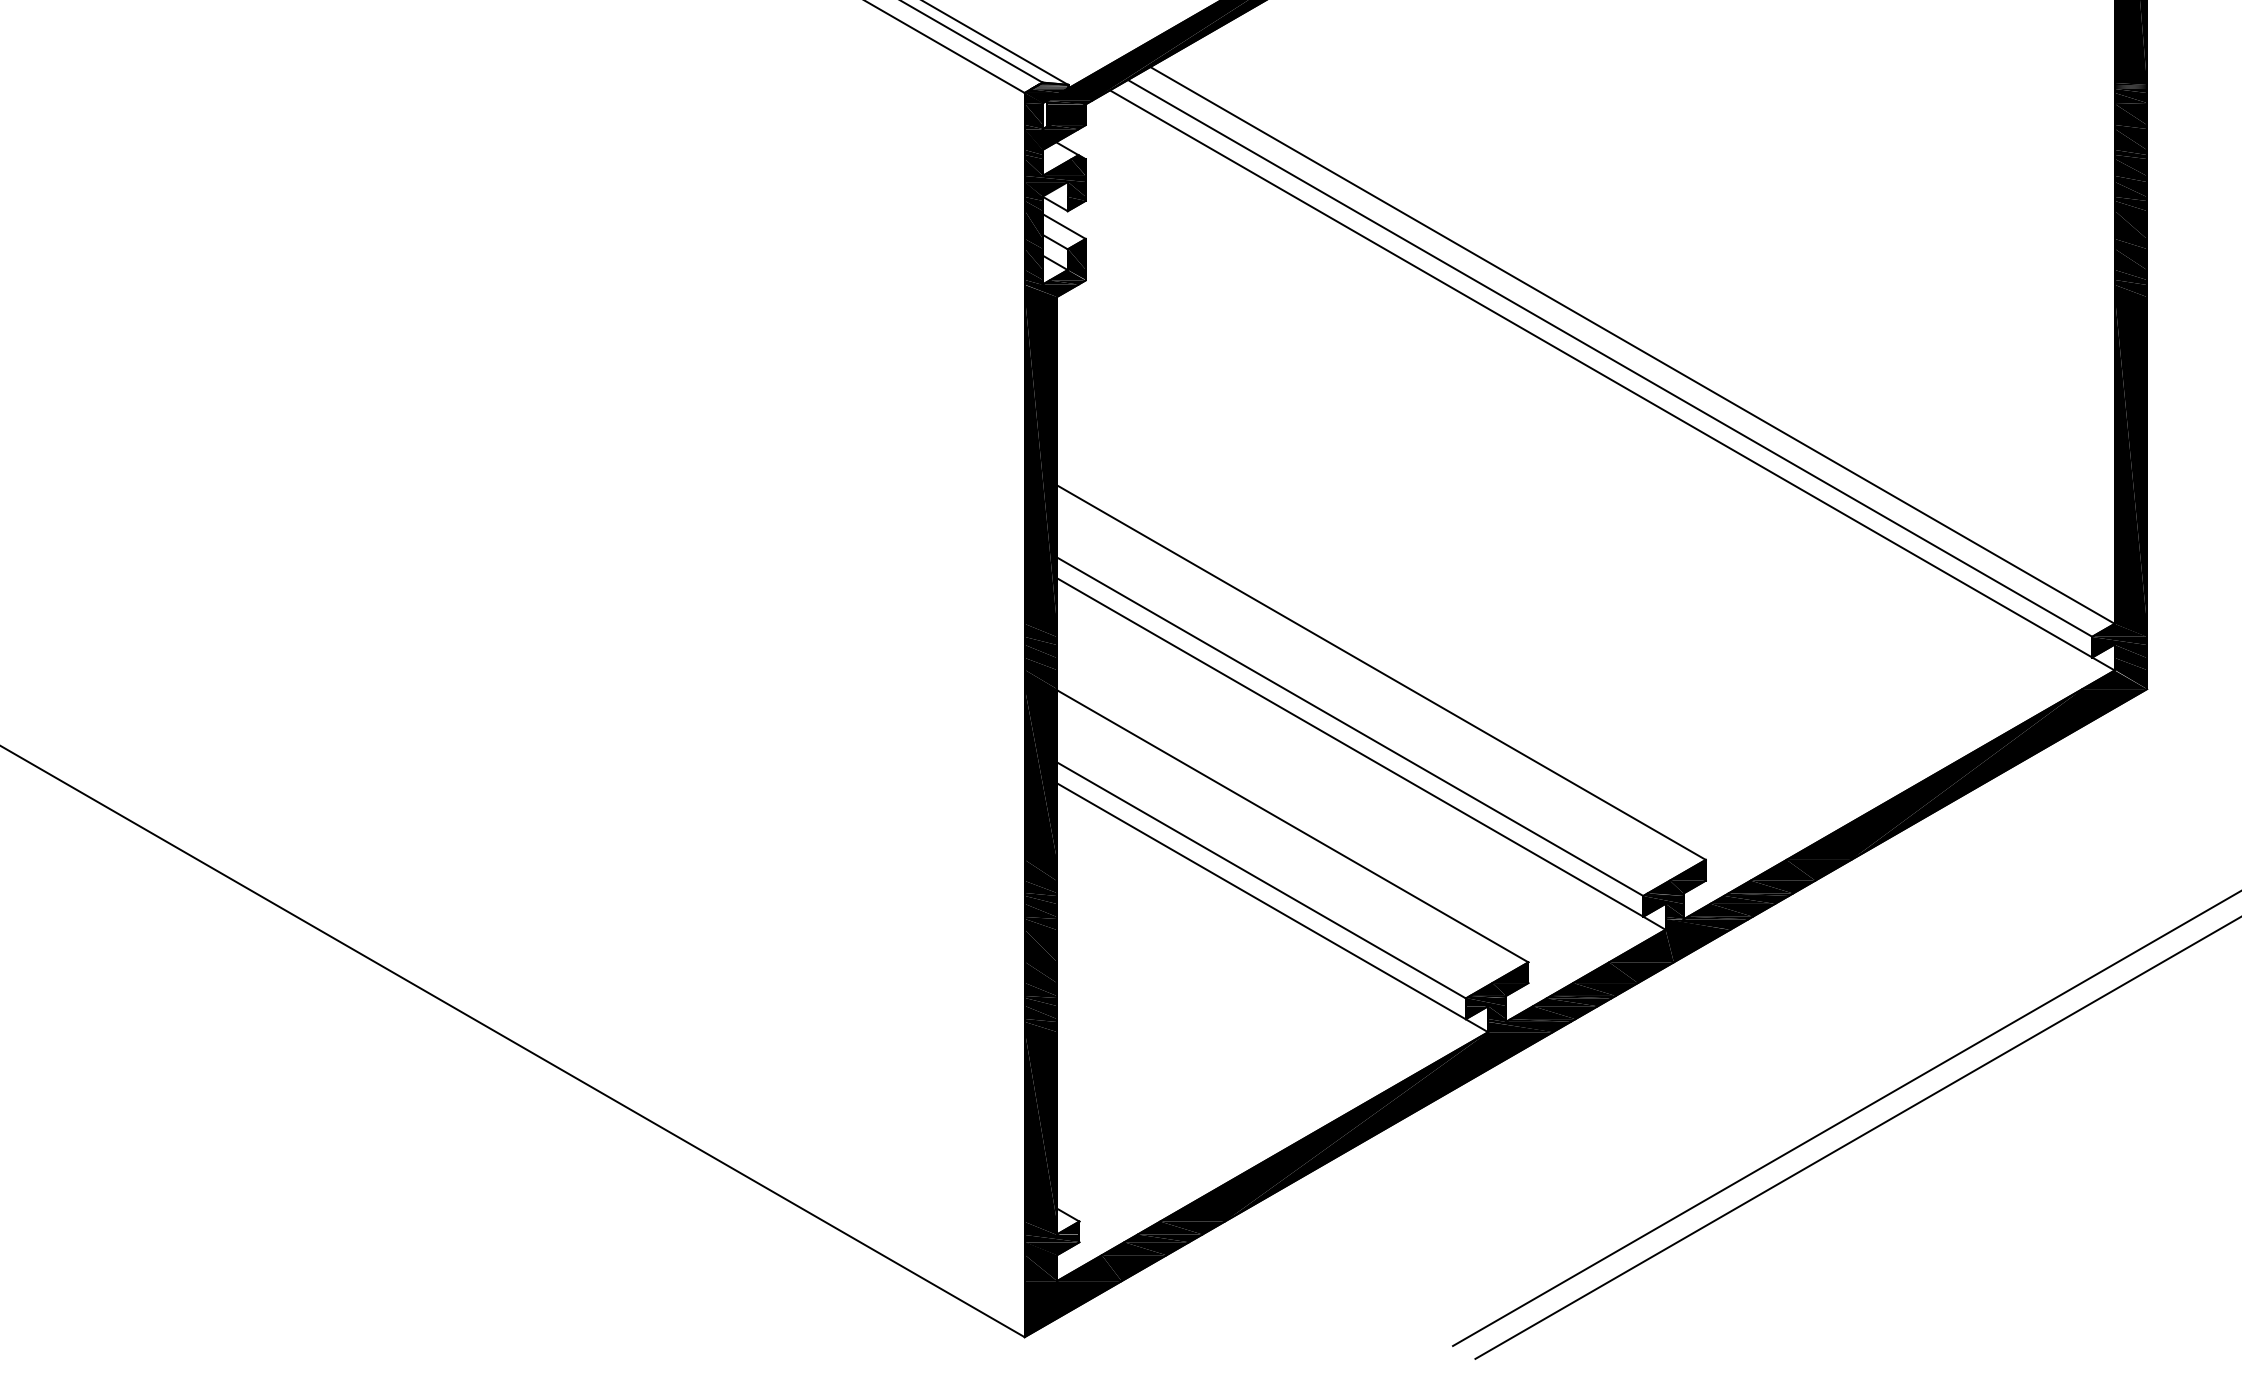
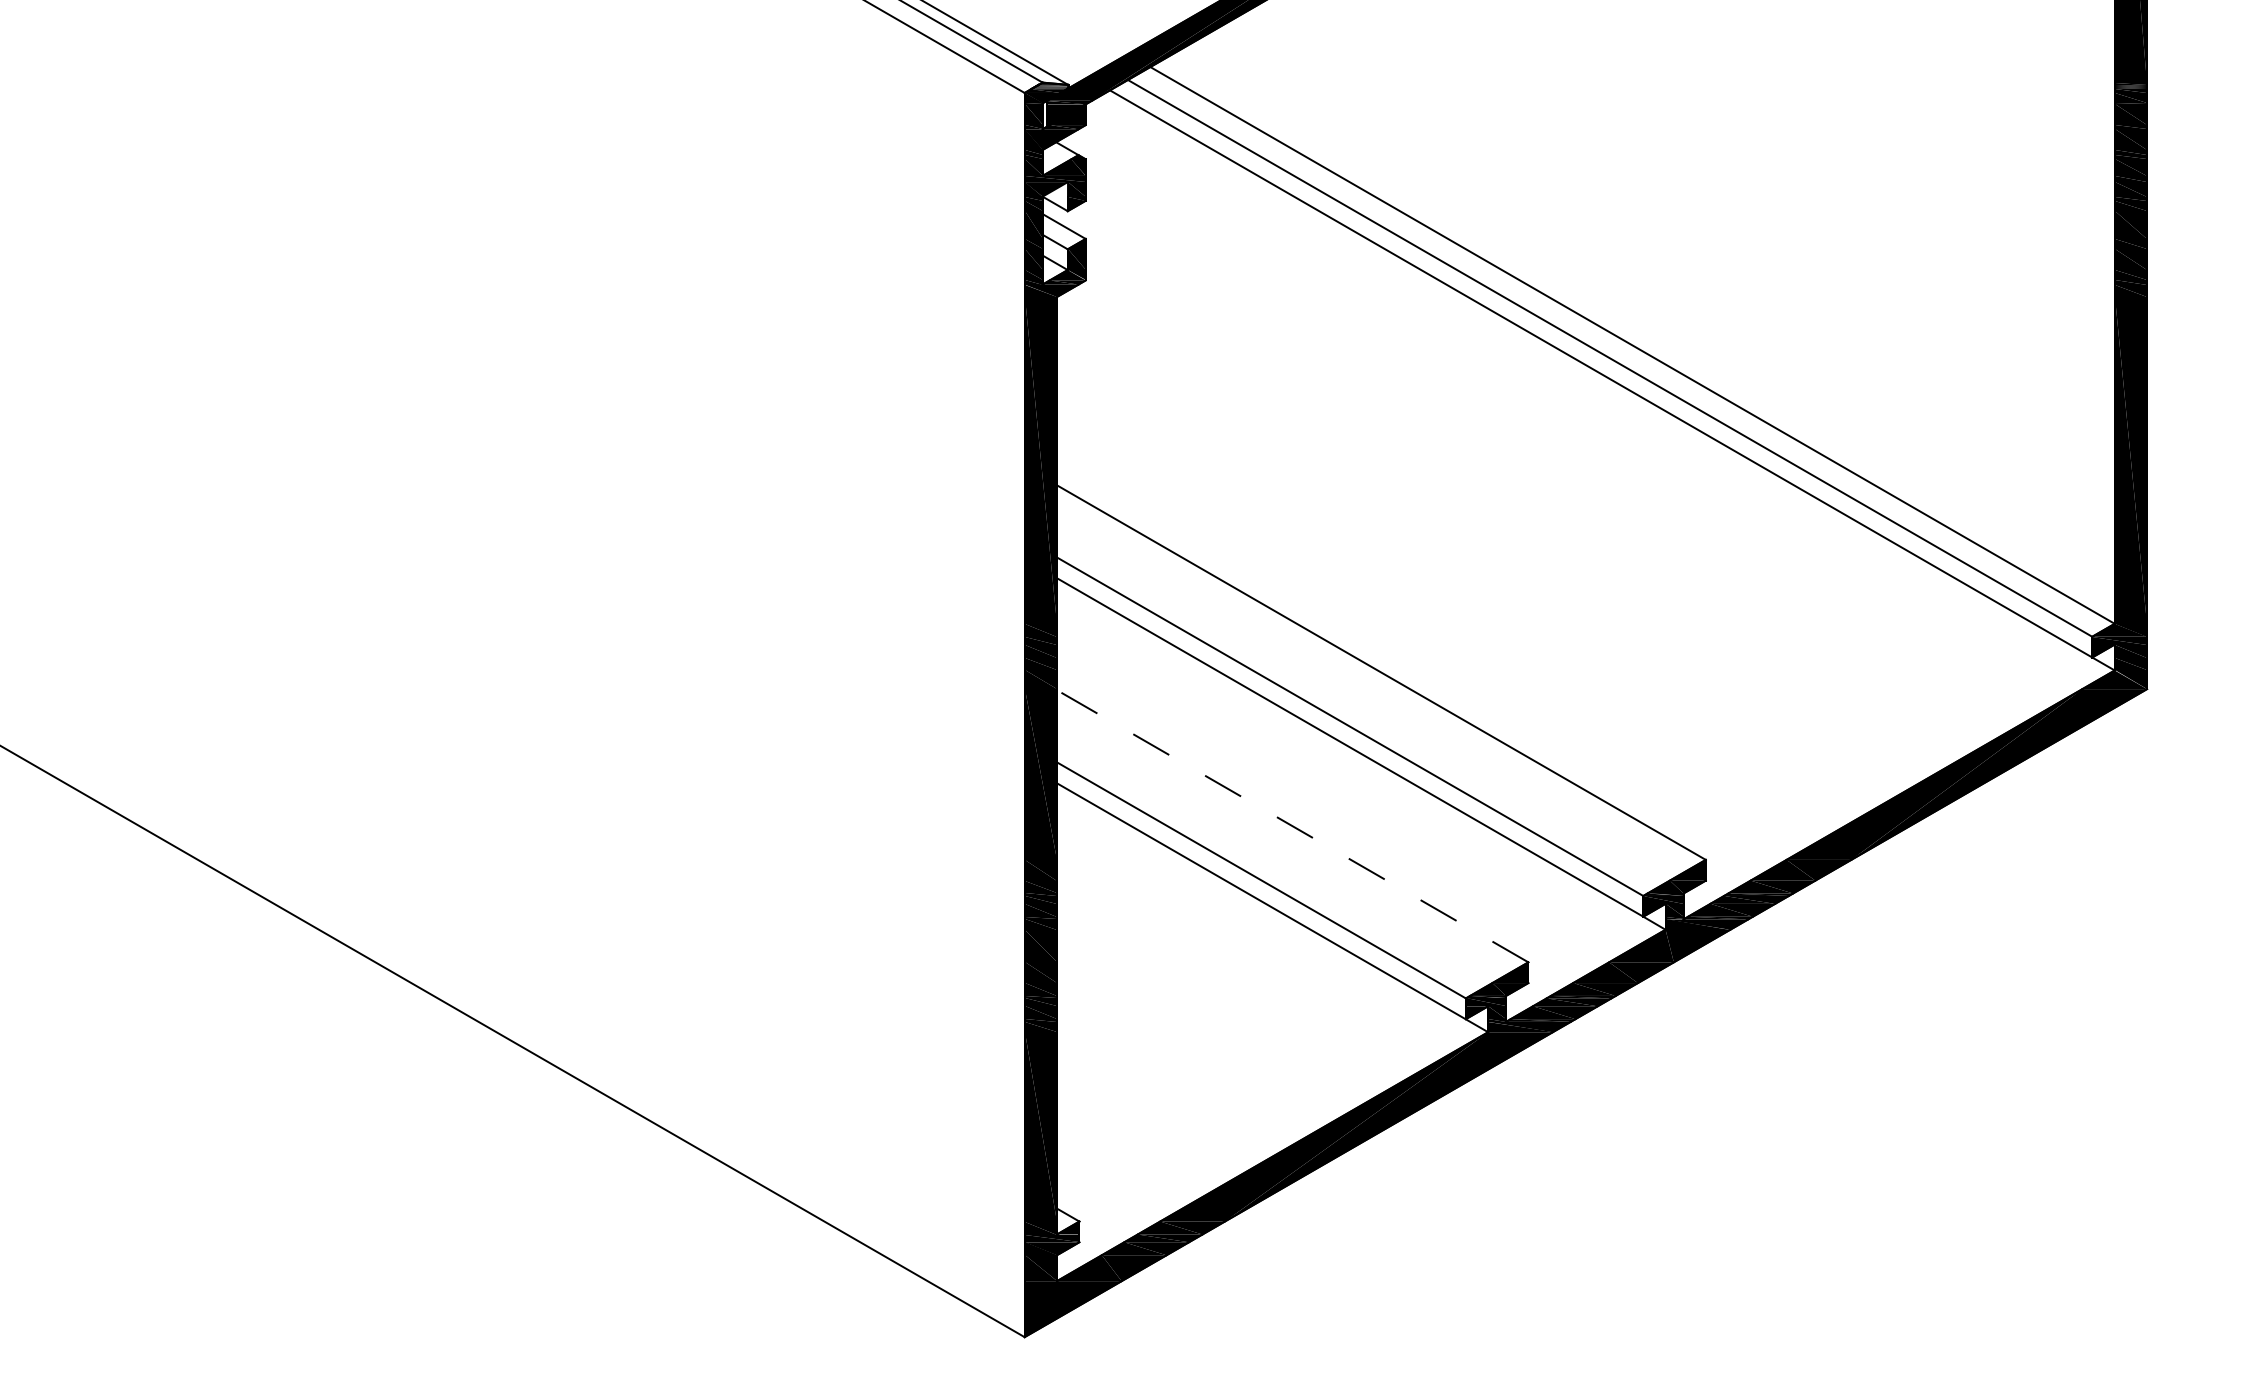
line at (1292, 826): solid -> dashed
line at (1845, 1118): present -> none
line at (1856, 1138): present -> none
